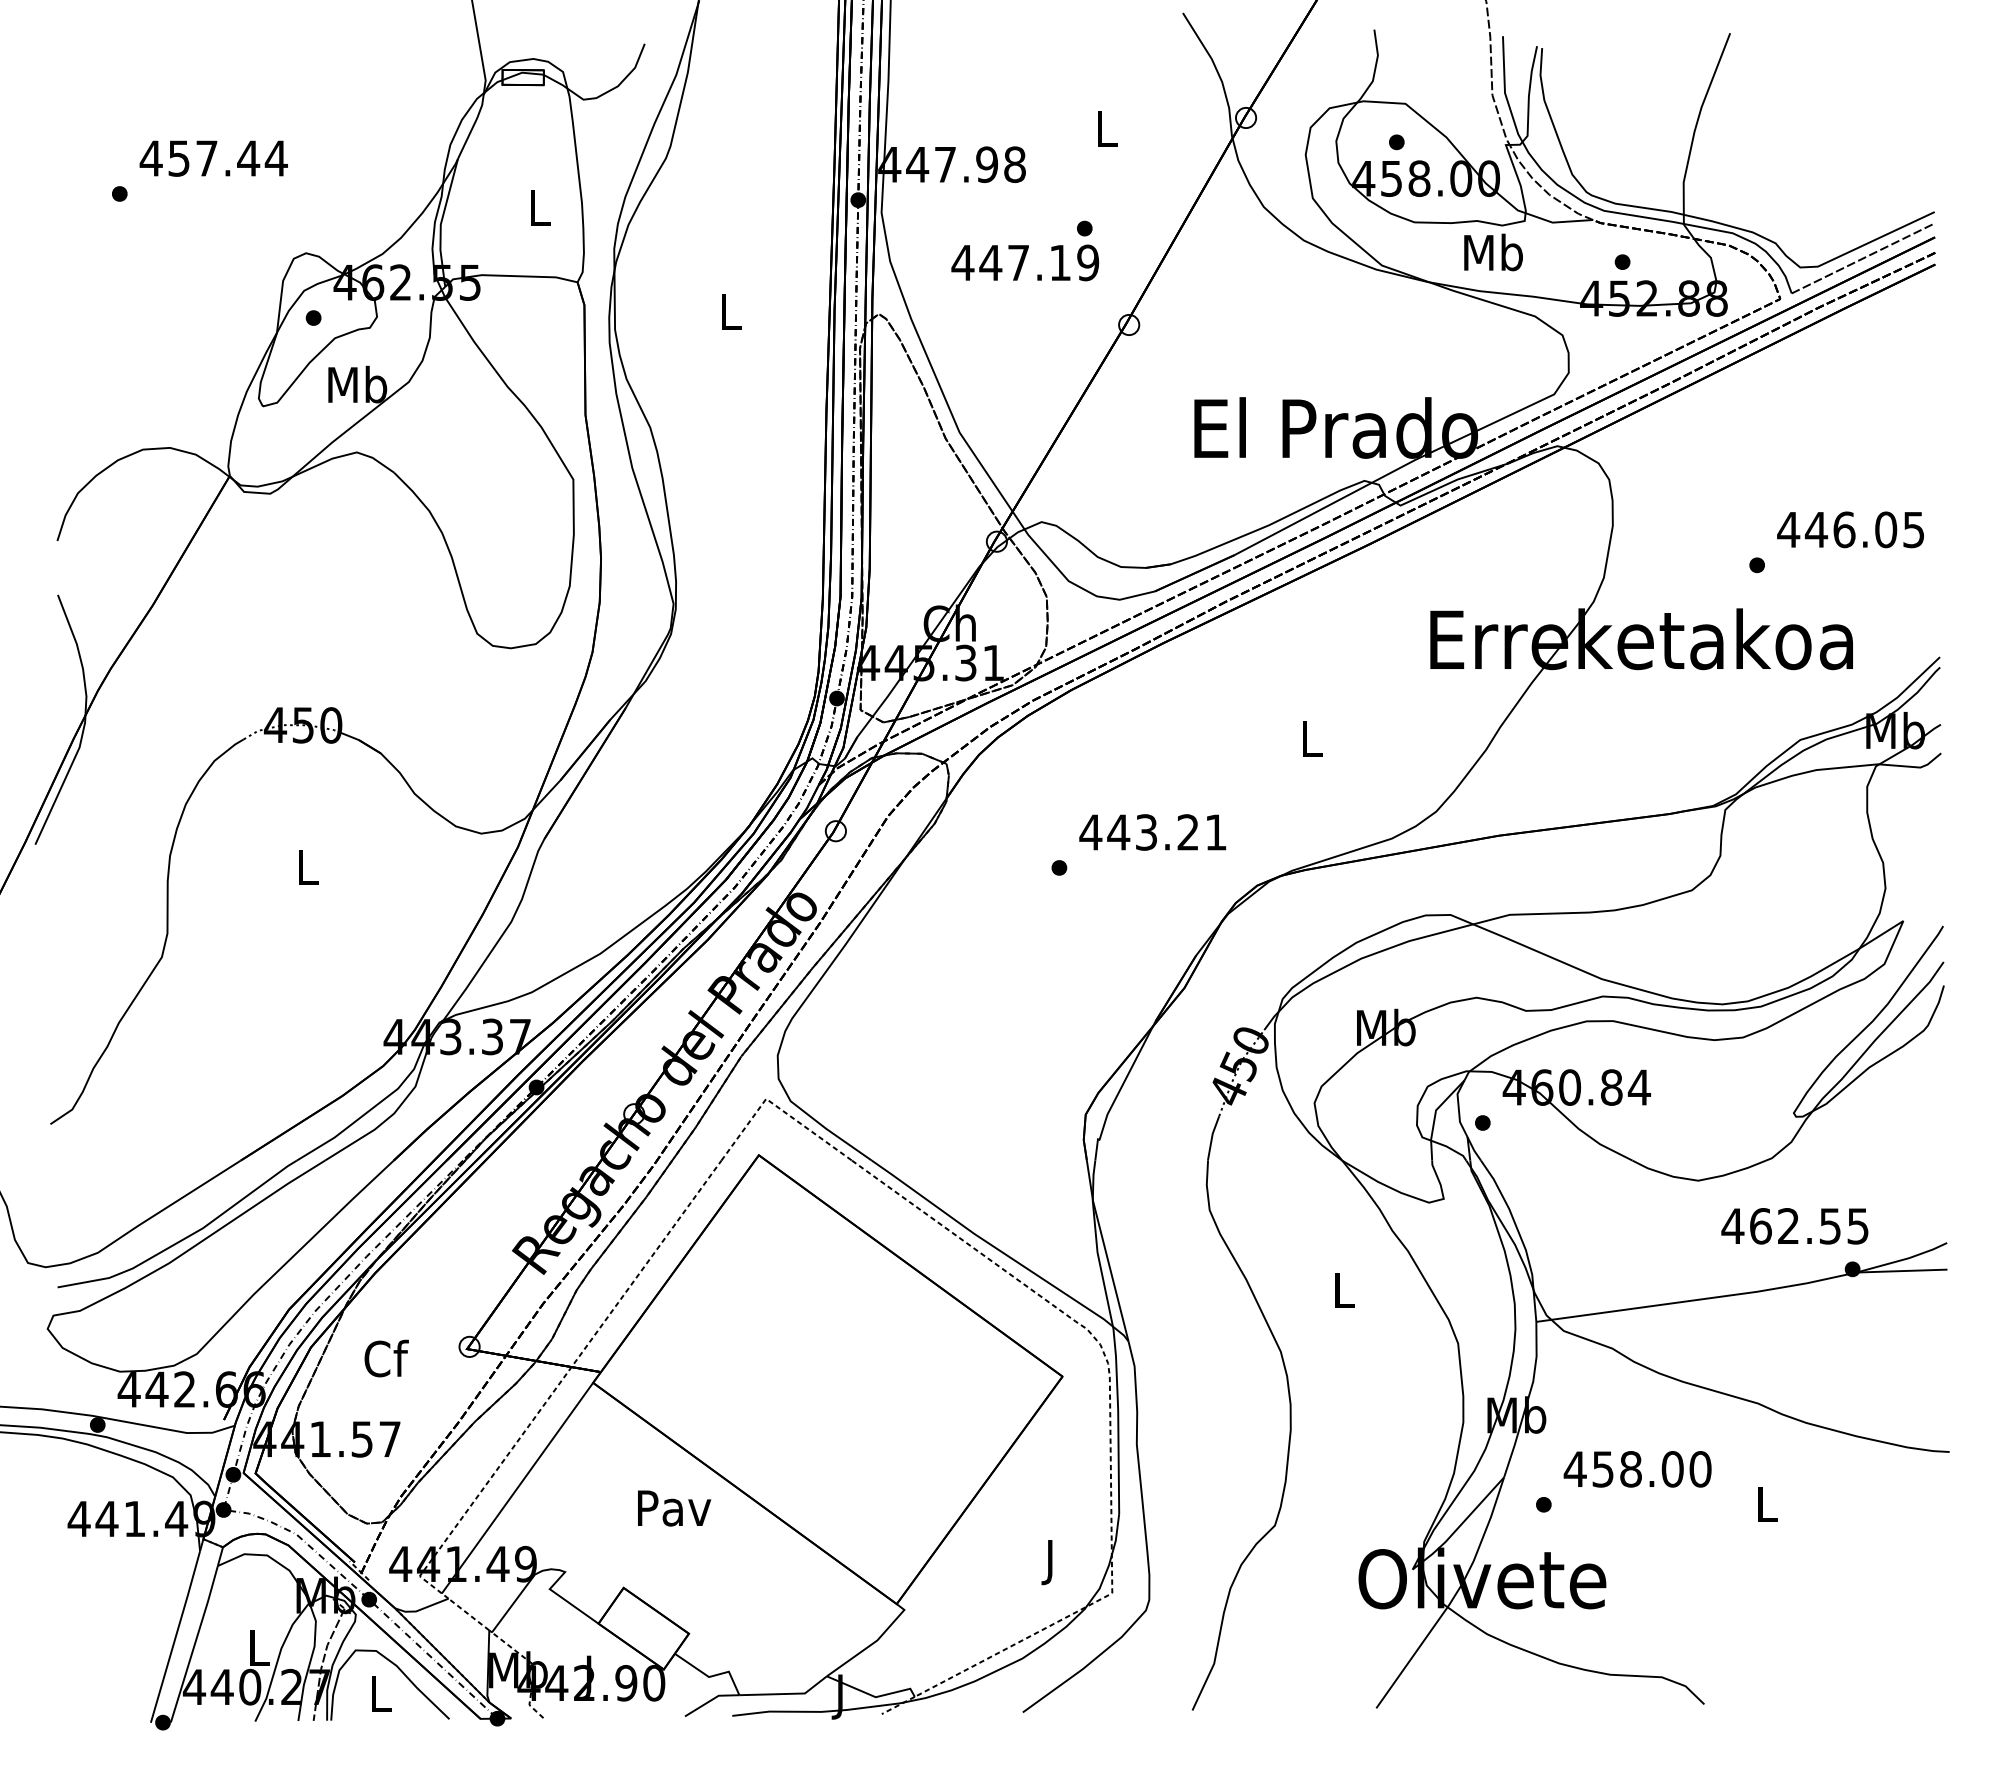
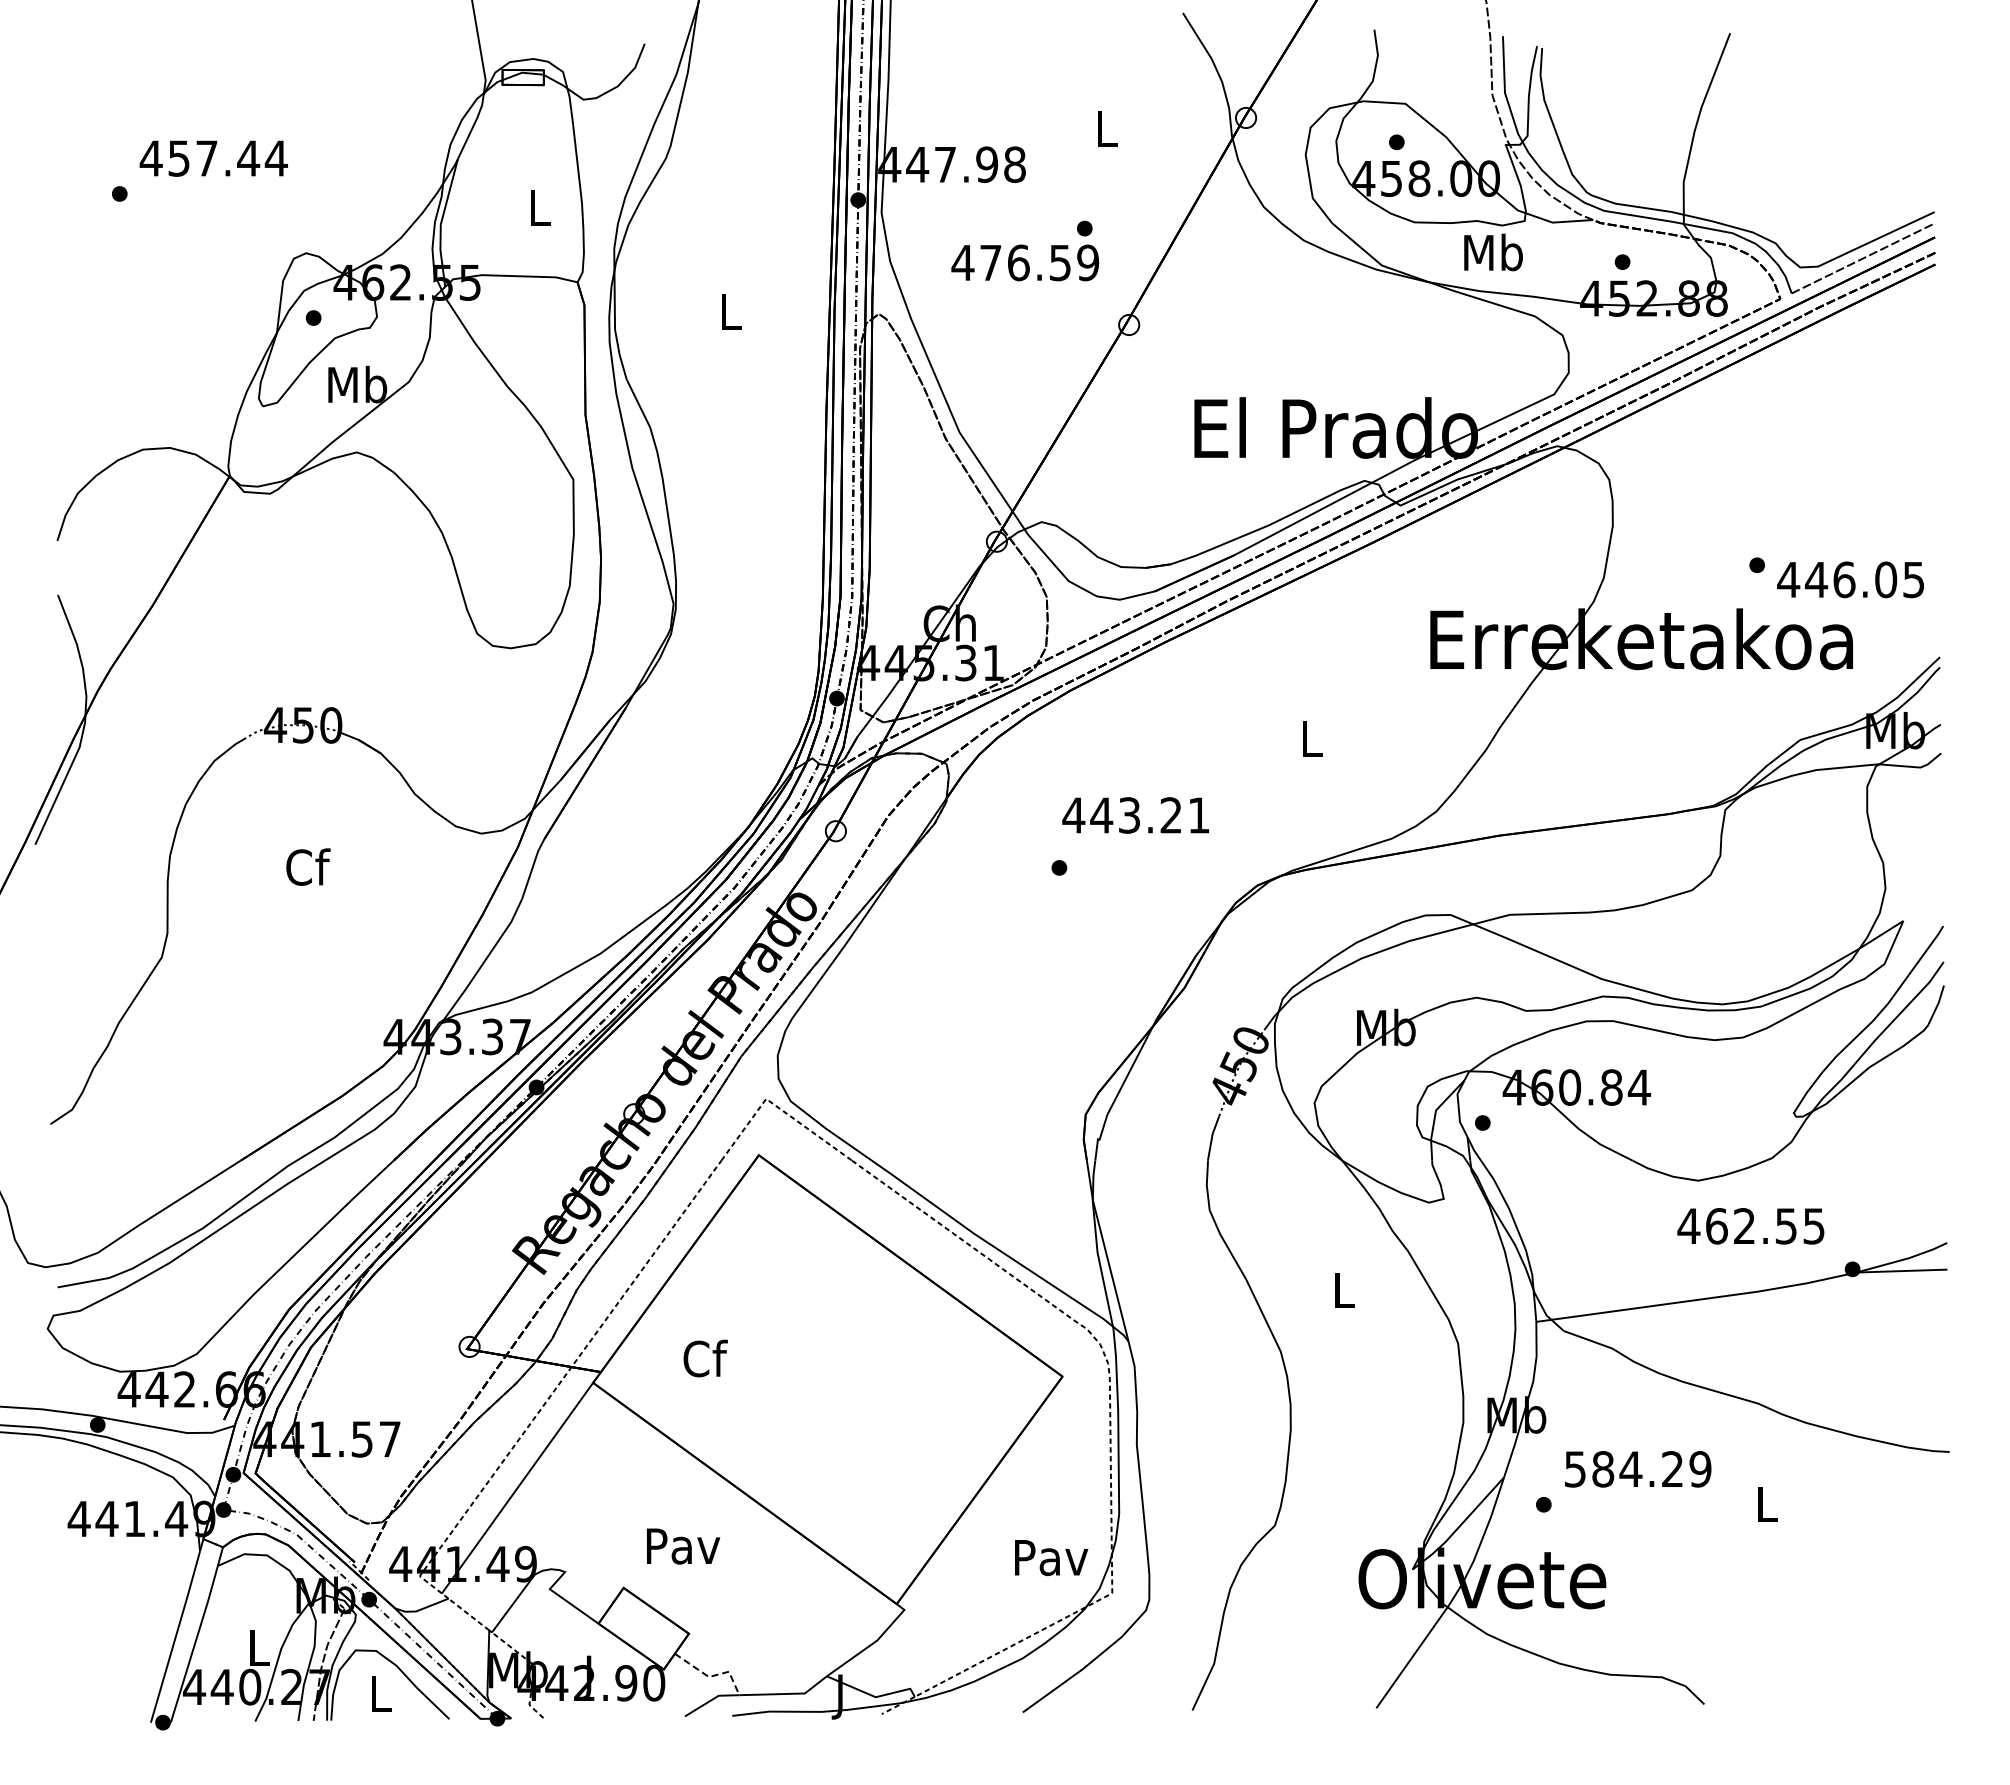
text at (1024, 262): 447.19 -> 476.59
text at (1850, 529) position: (1850, 529) -> (1850, 579)
text at (1152, 832) position: (1152, 832) -> (1135, 815)
text at (308, 866): L -> Cf
text at (1794, 1226) position: (1794, 1226) -> (1750, 1226)
text at (386, 1358) position: (386, 1358) -> (705, 1358)
text at (1637, 1469): 458.00 -> 584.29
text at (674, 1508) position: (674, 1508) -> (683, 1546)
text at (1051, 1562): J -> Pav
line at (711, 1676): solid -> dashed
